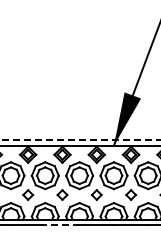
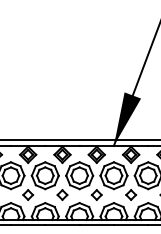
line at (80, 140): dashed -> solid
line at (62, 225): dashed -> solid
